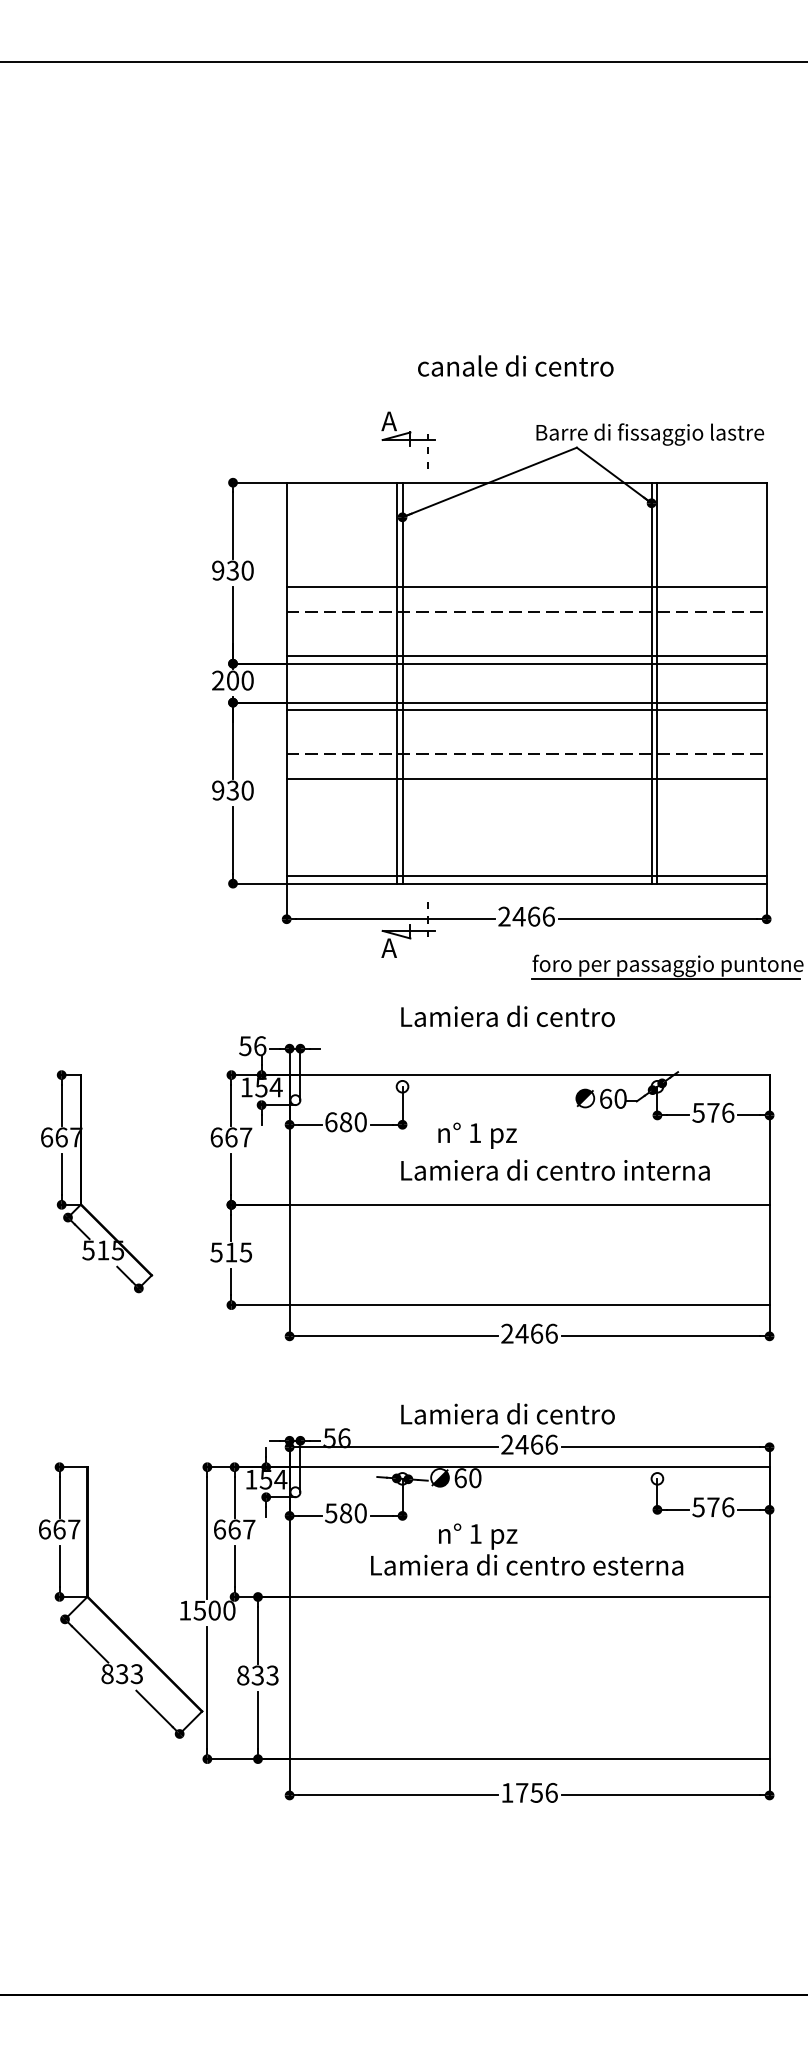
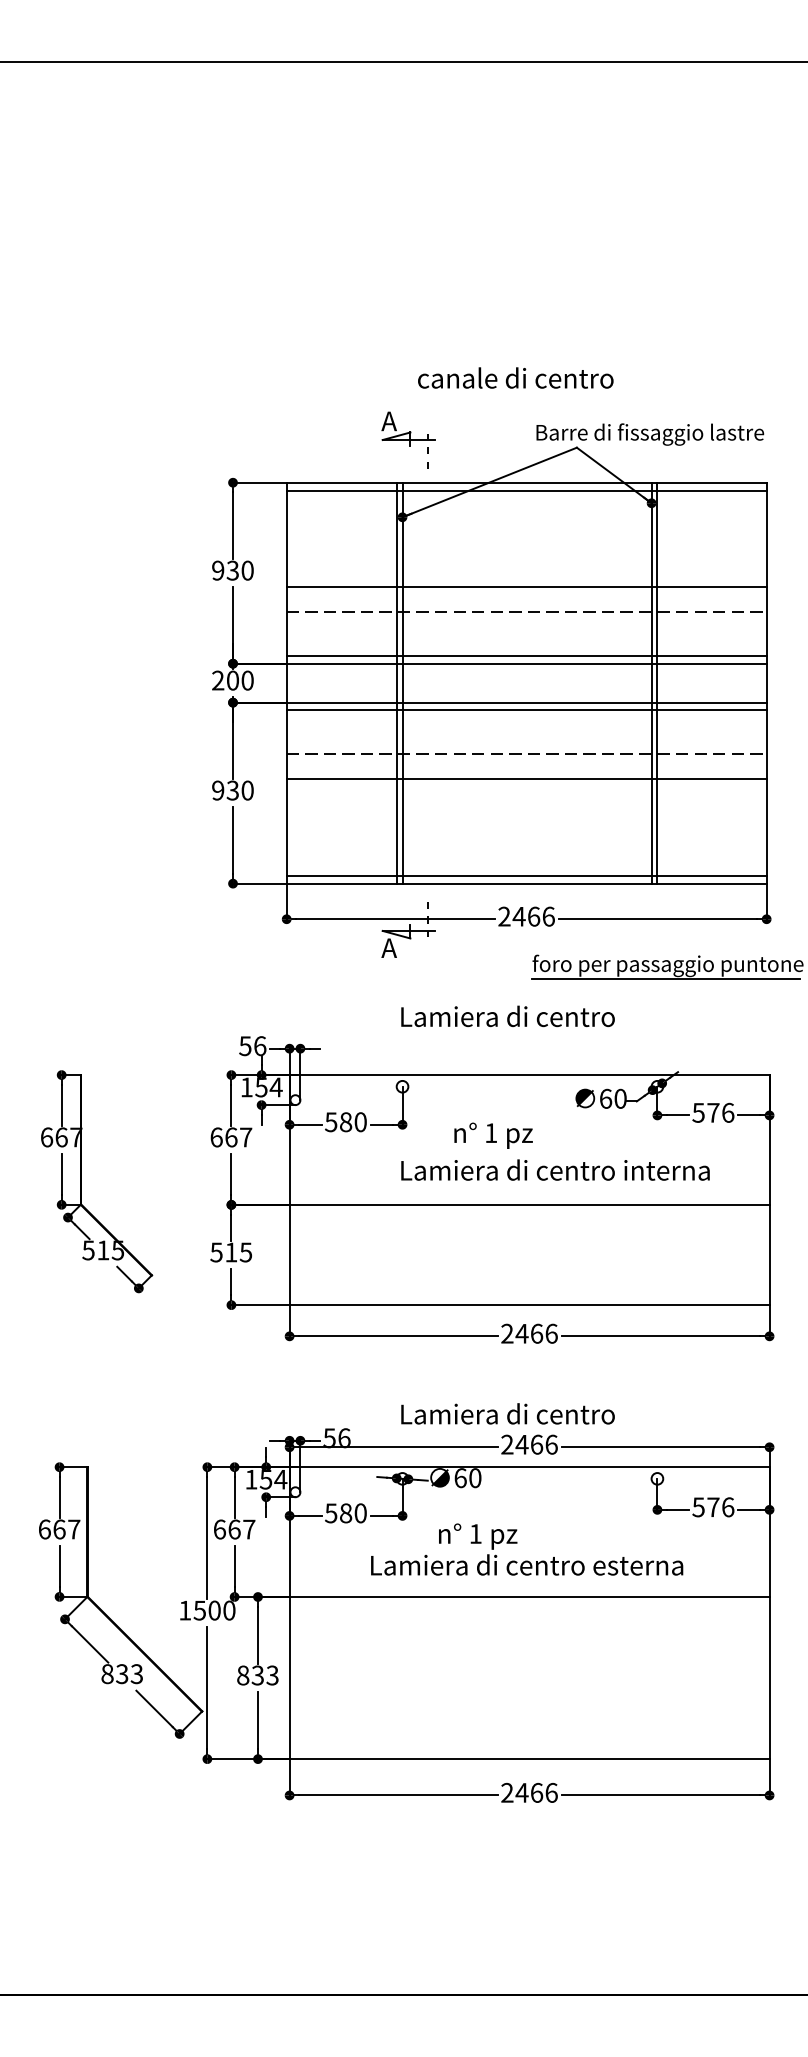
text at (515, 365) position: (515, 365) -> (515, 377)
line at (526, 490): none -> present
text at (330, 1122): 680 -> 580
text at (477, 1135) position: (477, 1135) -> (493, 1135)
text at (522, 1792): 1756 -> 2466
